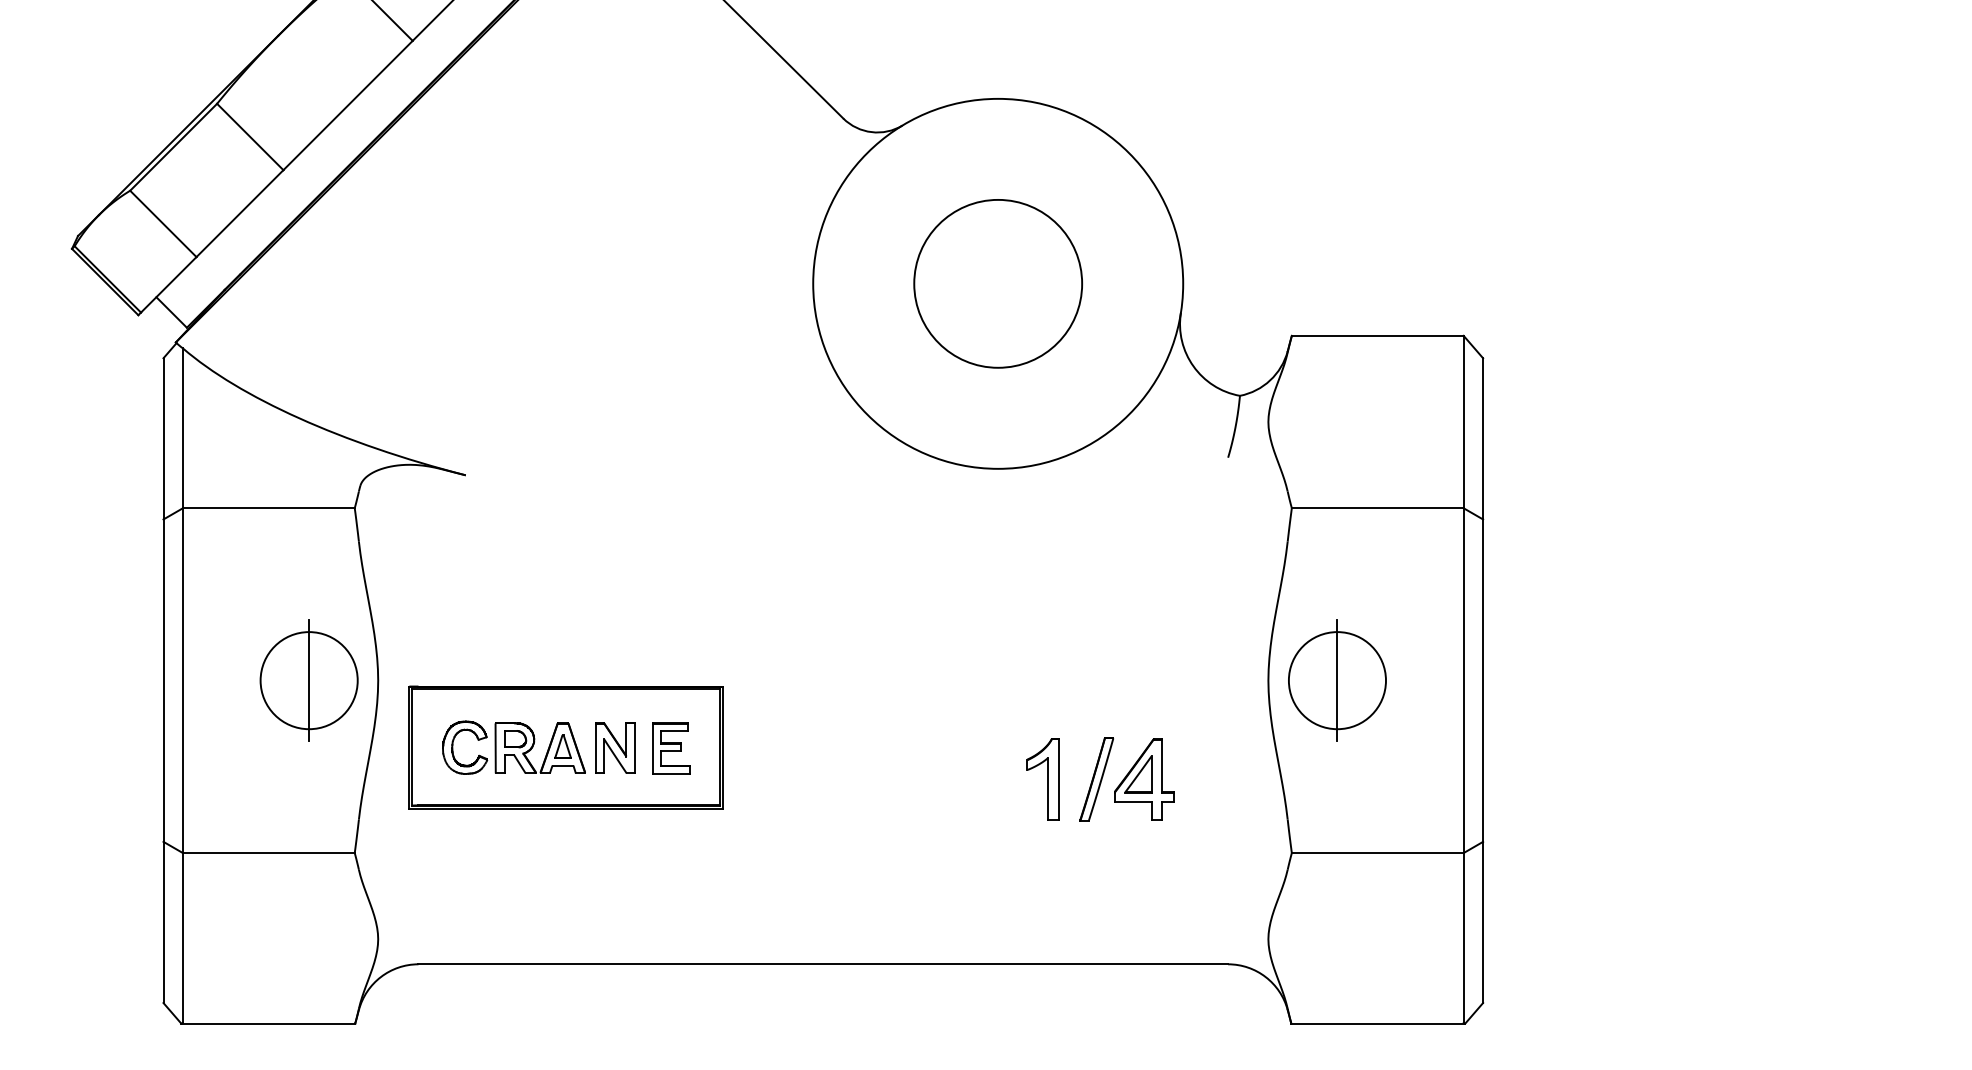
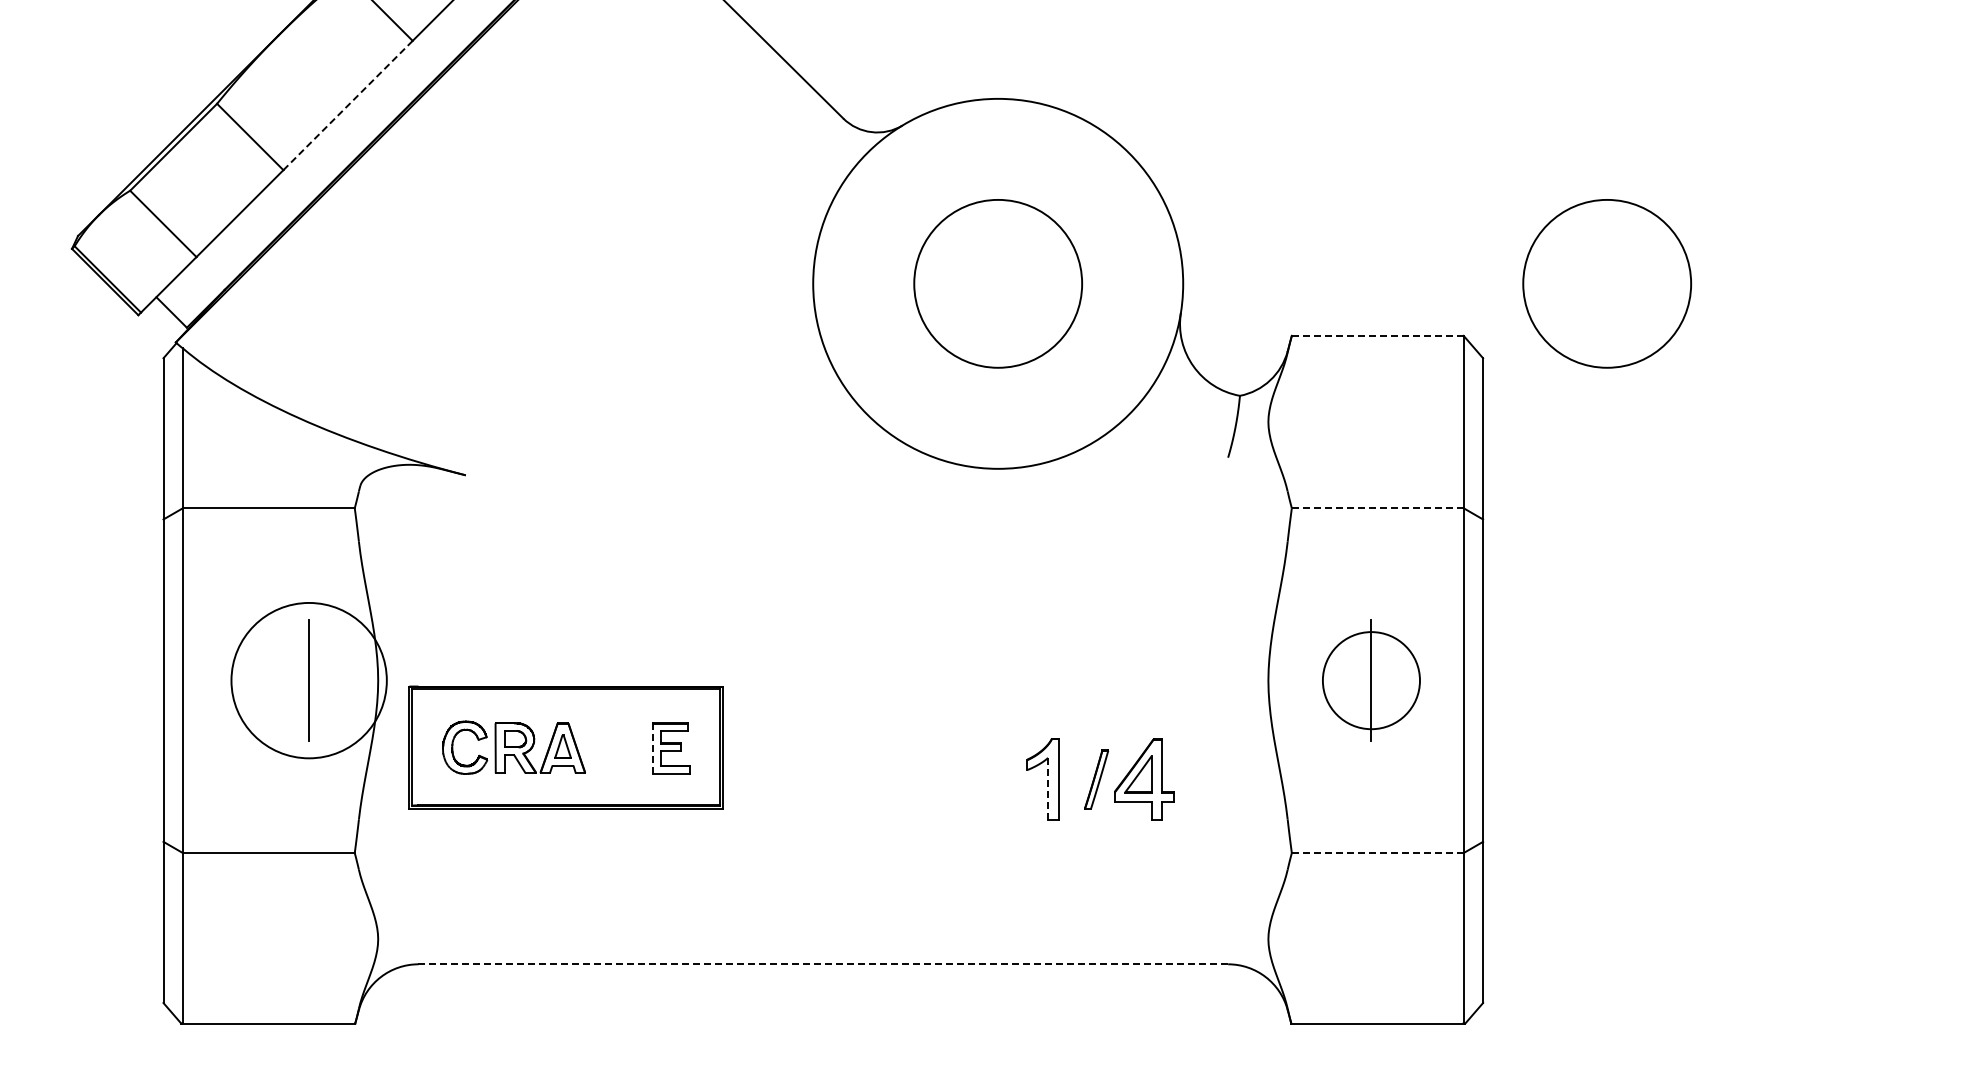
line at (347, 105): solid -> dashed
circle at (1607, 283): none -> present
line at (1377, 335): solid -> dashed
line at (1377, 508): solid -> dashed
circle at (308, 680) diameter: 97 px -> 155 px
part at (1337, 680) position: (1337, 680) -> (1371, 680)
part at (615, 747): present -> none
line at (652, 748): solid -> dashed
part at (1096, 779) size: 35x85 px -> 25x61 px
line at (1048, 788): solid -> dashed
line at (1377, 853): solid -> dashed
line at (823, 964): solid -> dashed
